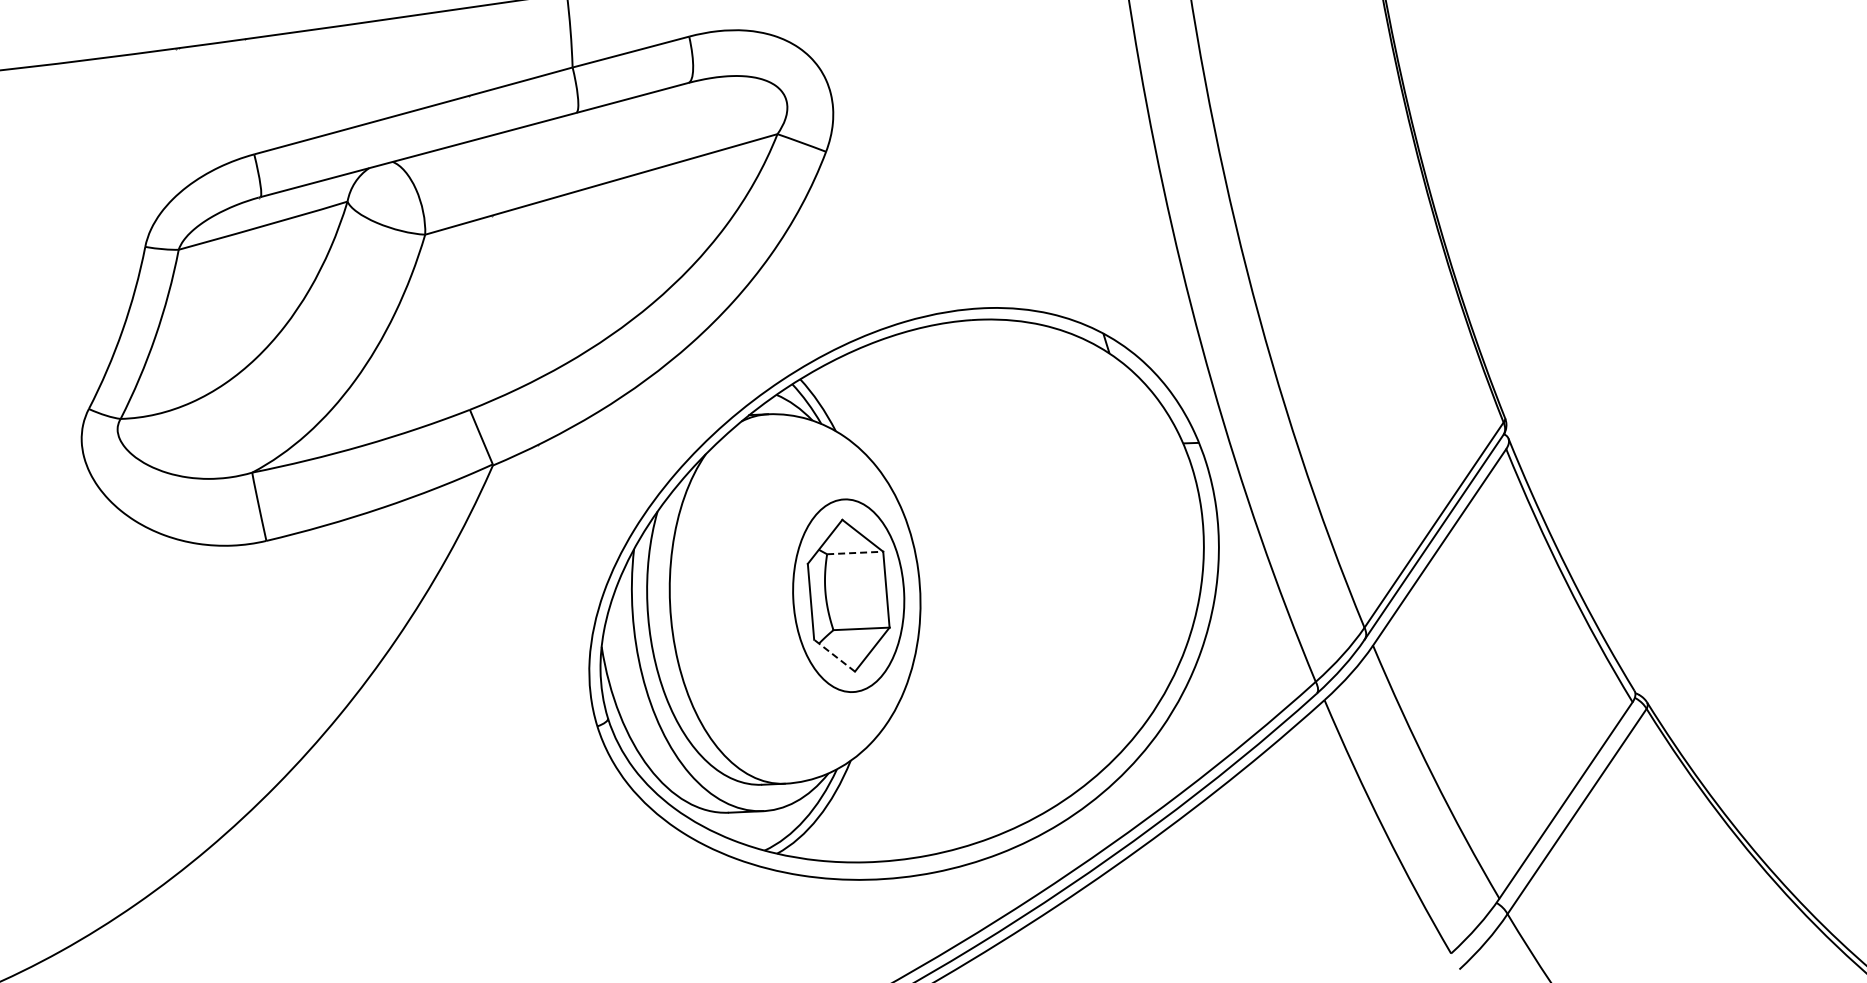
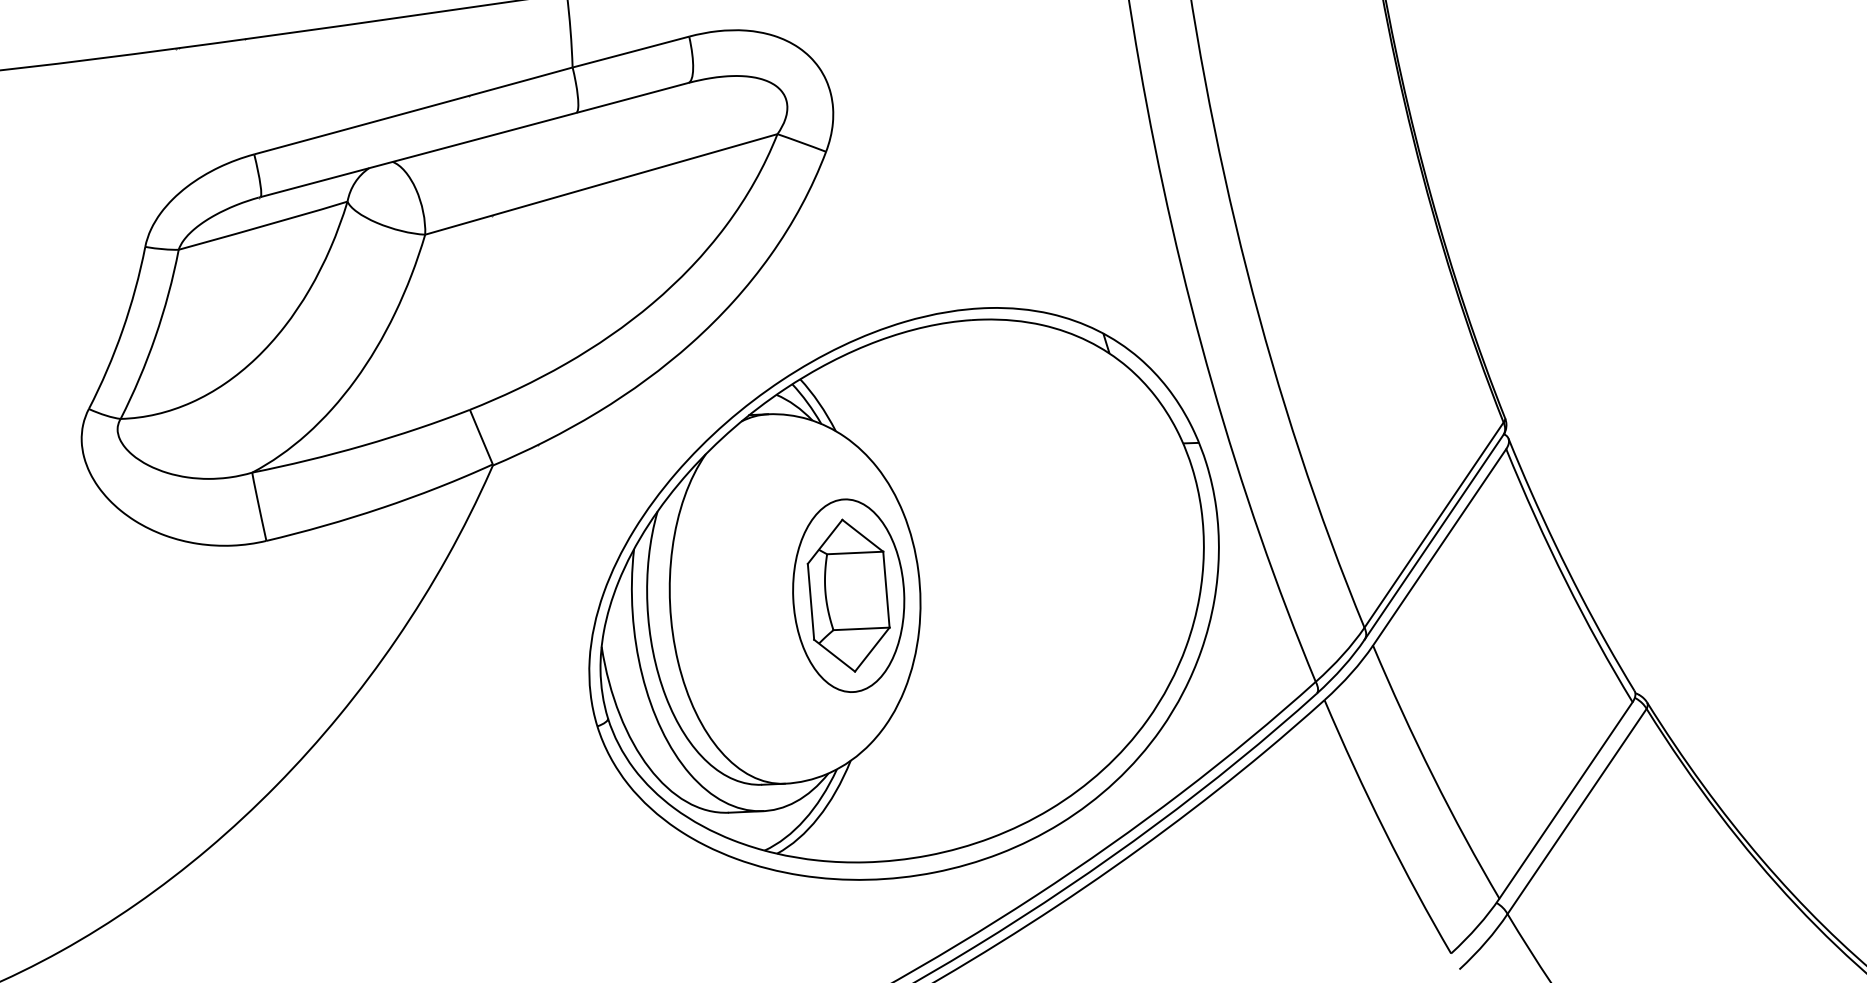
line at (855, 552): dashed -> solid
line at (834, 655): dashed -> solid
